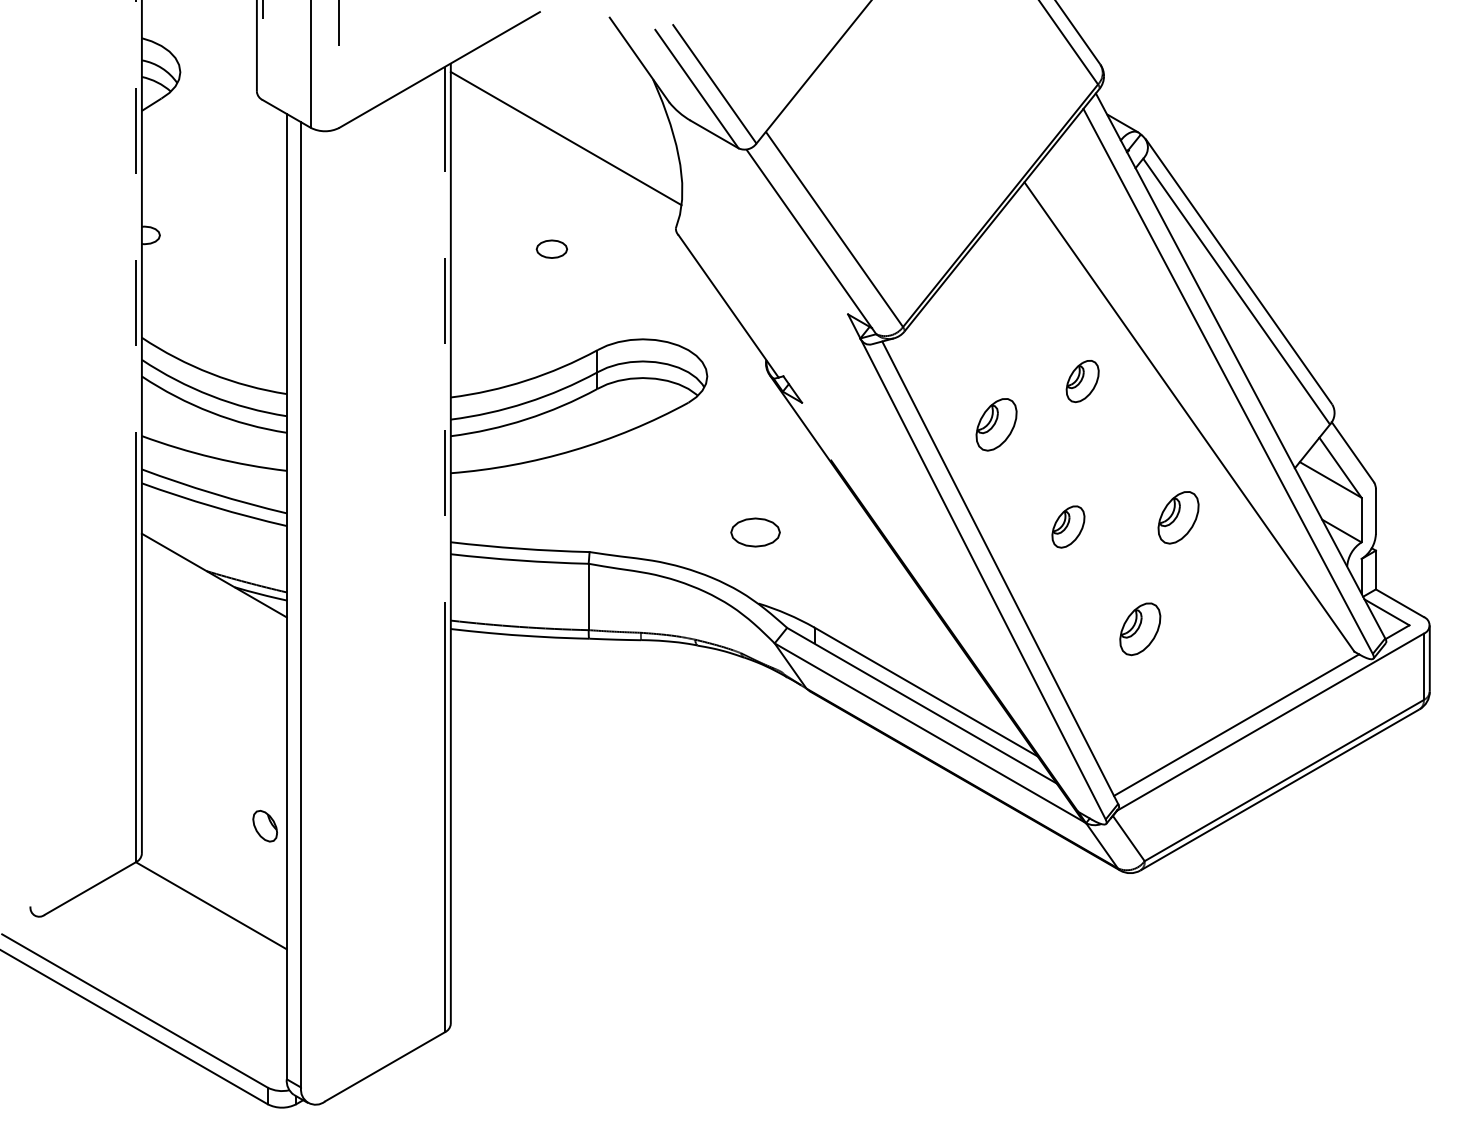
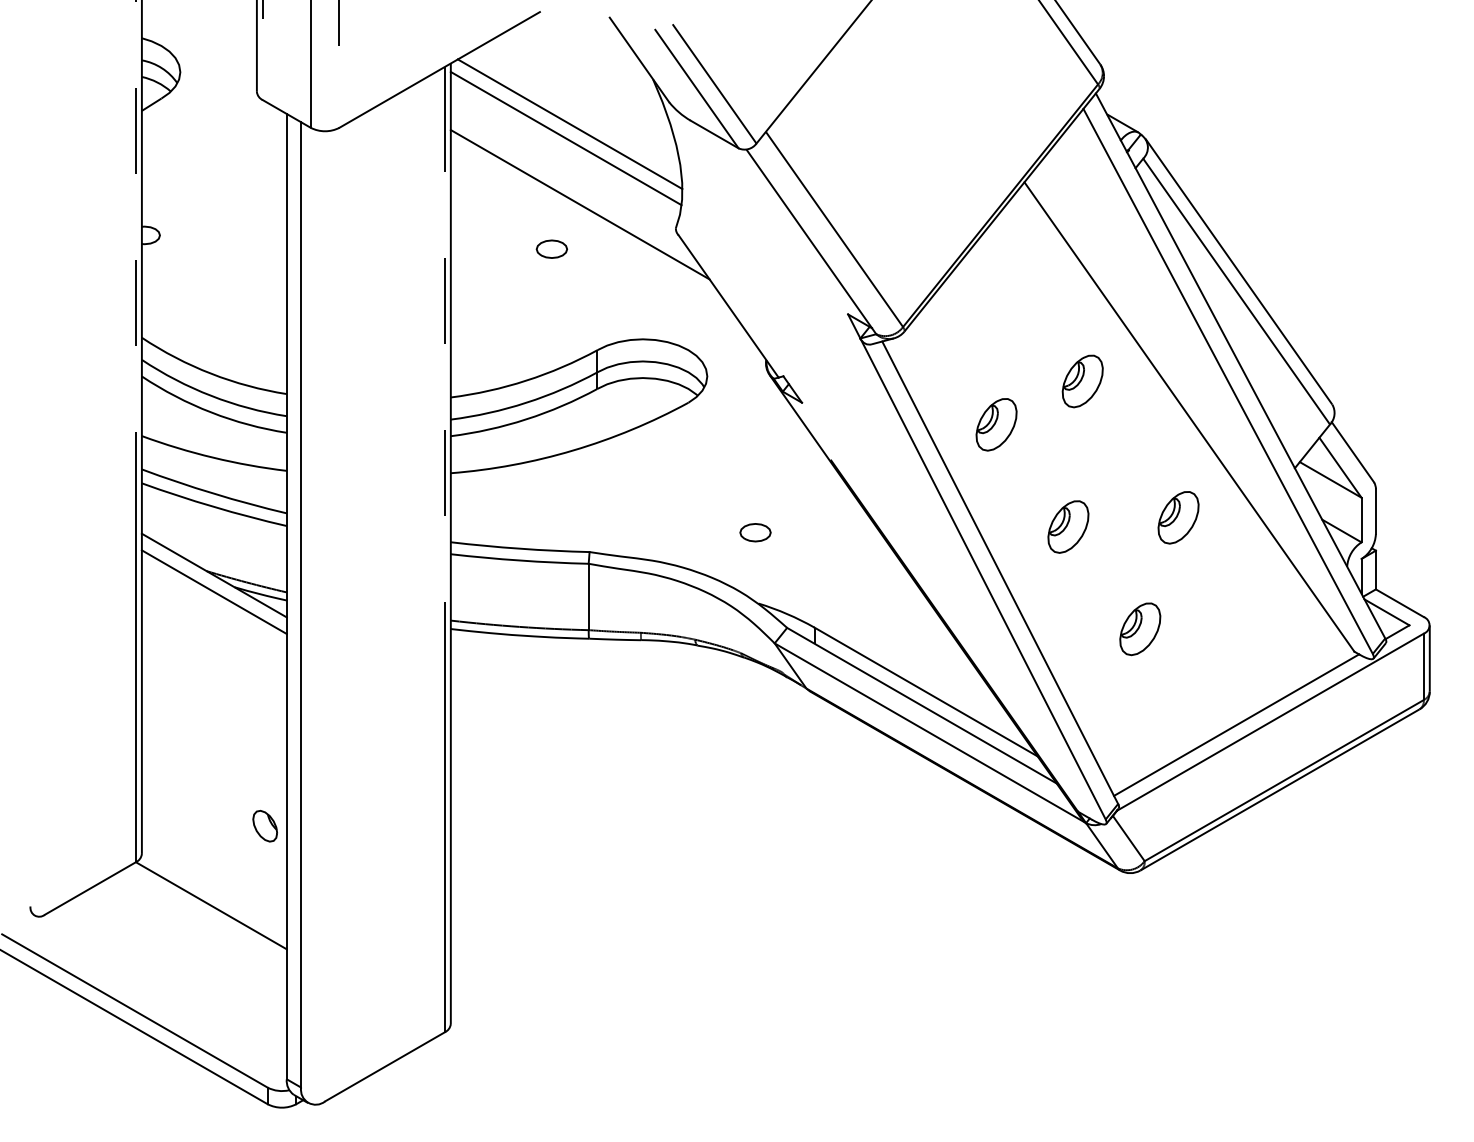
line at (569, 124): none -> present
line at (579, 204): none -> present
part at (1082, 381) size: 35x44 px -> 43x55 px
part at (1068, 526) size: 35x44 px -> 43x54 px
part at (755, 532) size: 51x31 px -> 33x20 px
line at (213, 592): none -> present
